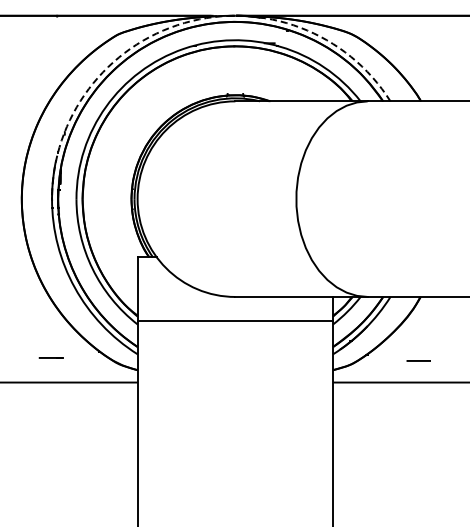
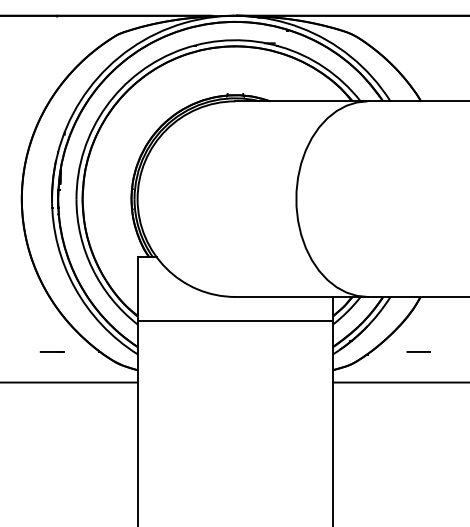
arc at (184, 23): dashed -> solid
line at (50, 357) position: (50, 357) -> (51, 351)
line at (418, 360) position: (418, 360) -> (418, 351)
